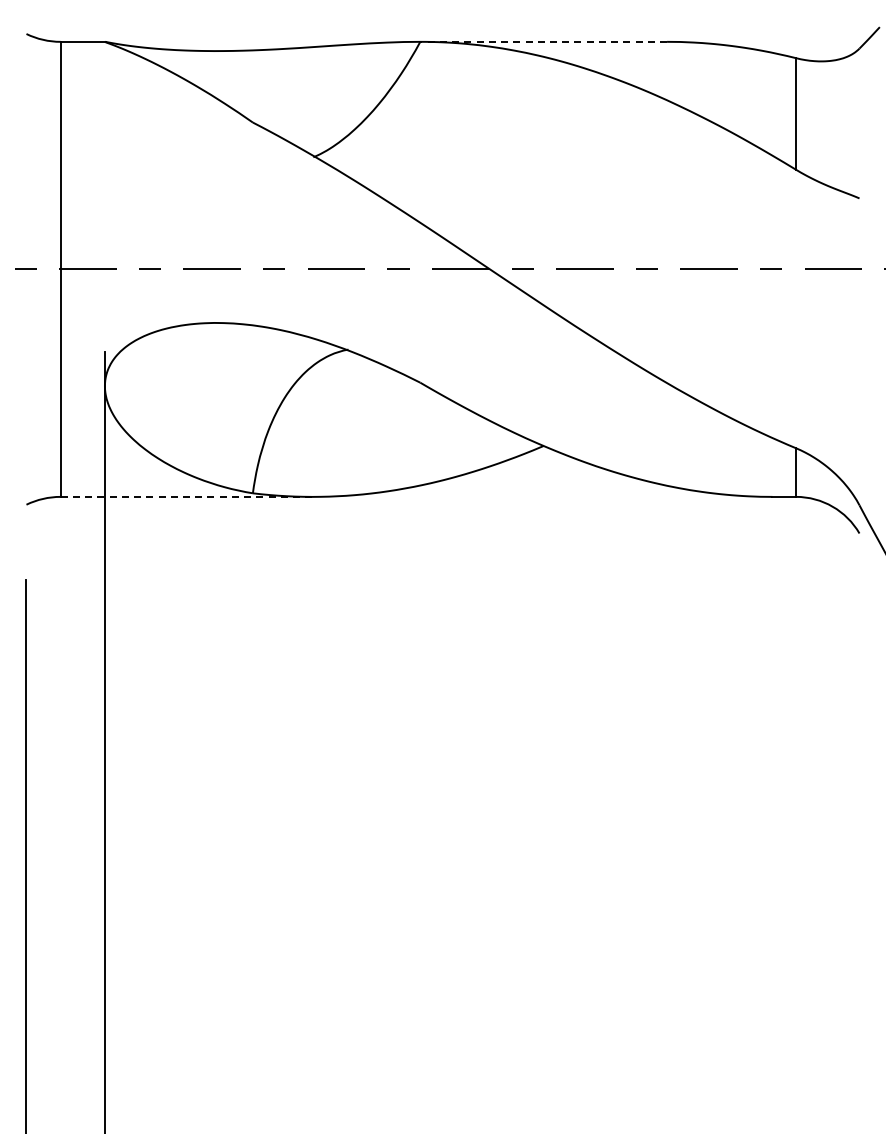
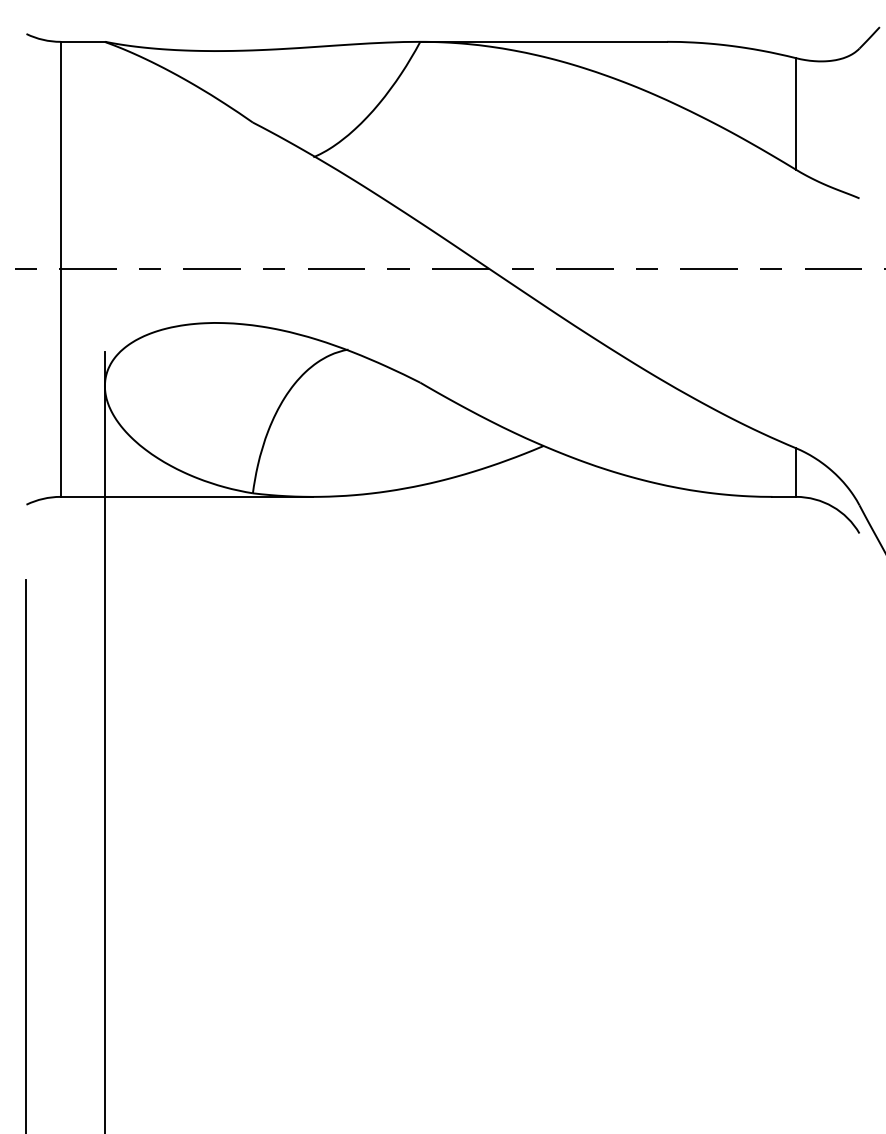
line at (543, 41): dashed -> solid
line at (187, 496): dashed -> solid
